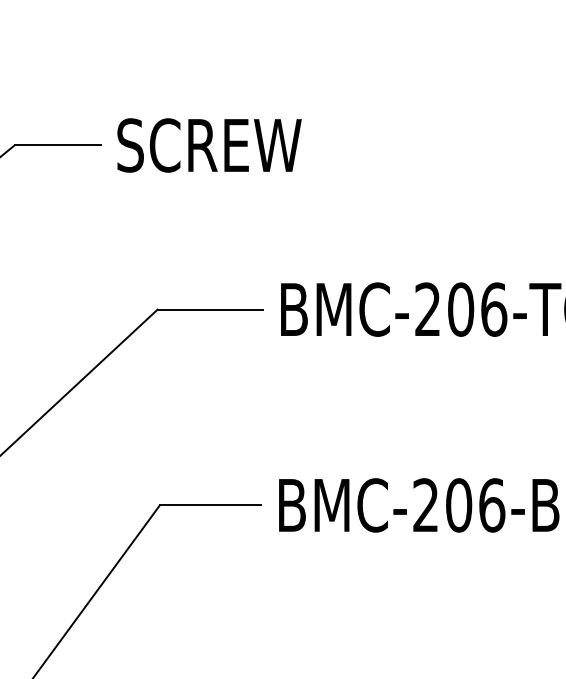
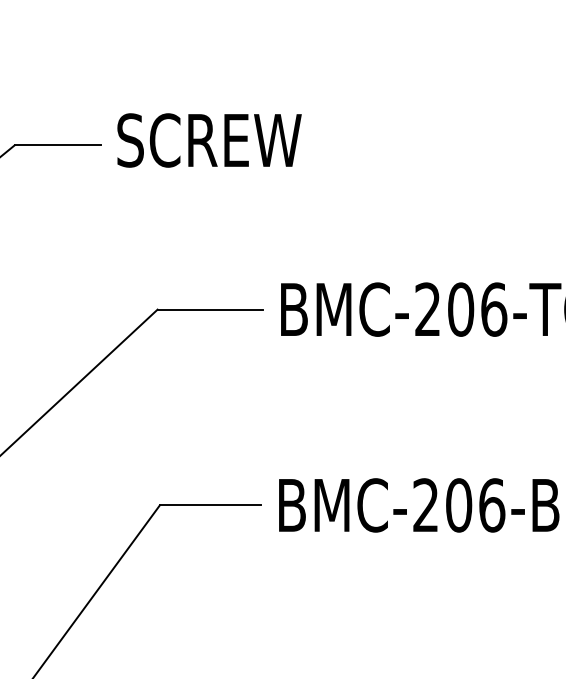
text at (209, 145) position: (209, 145) -> (209, 140)
